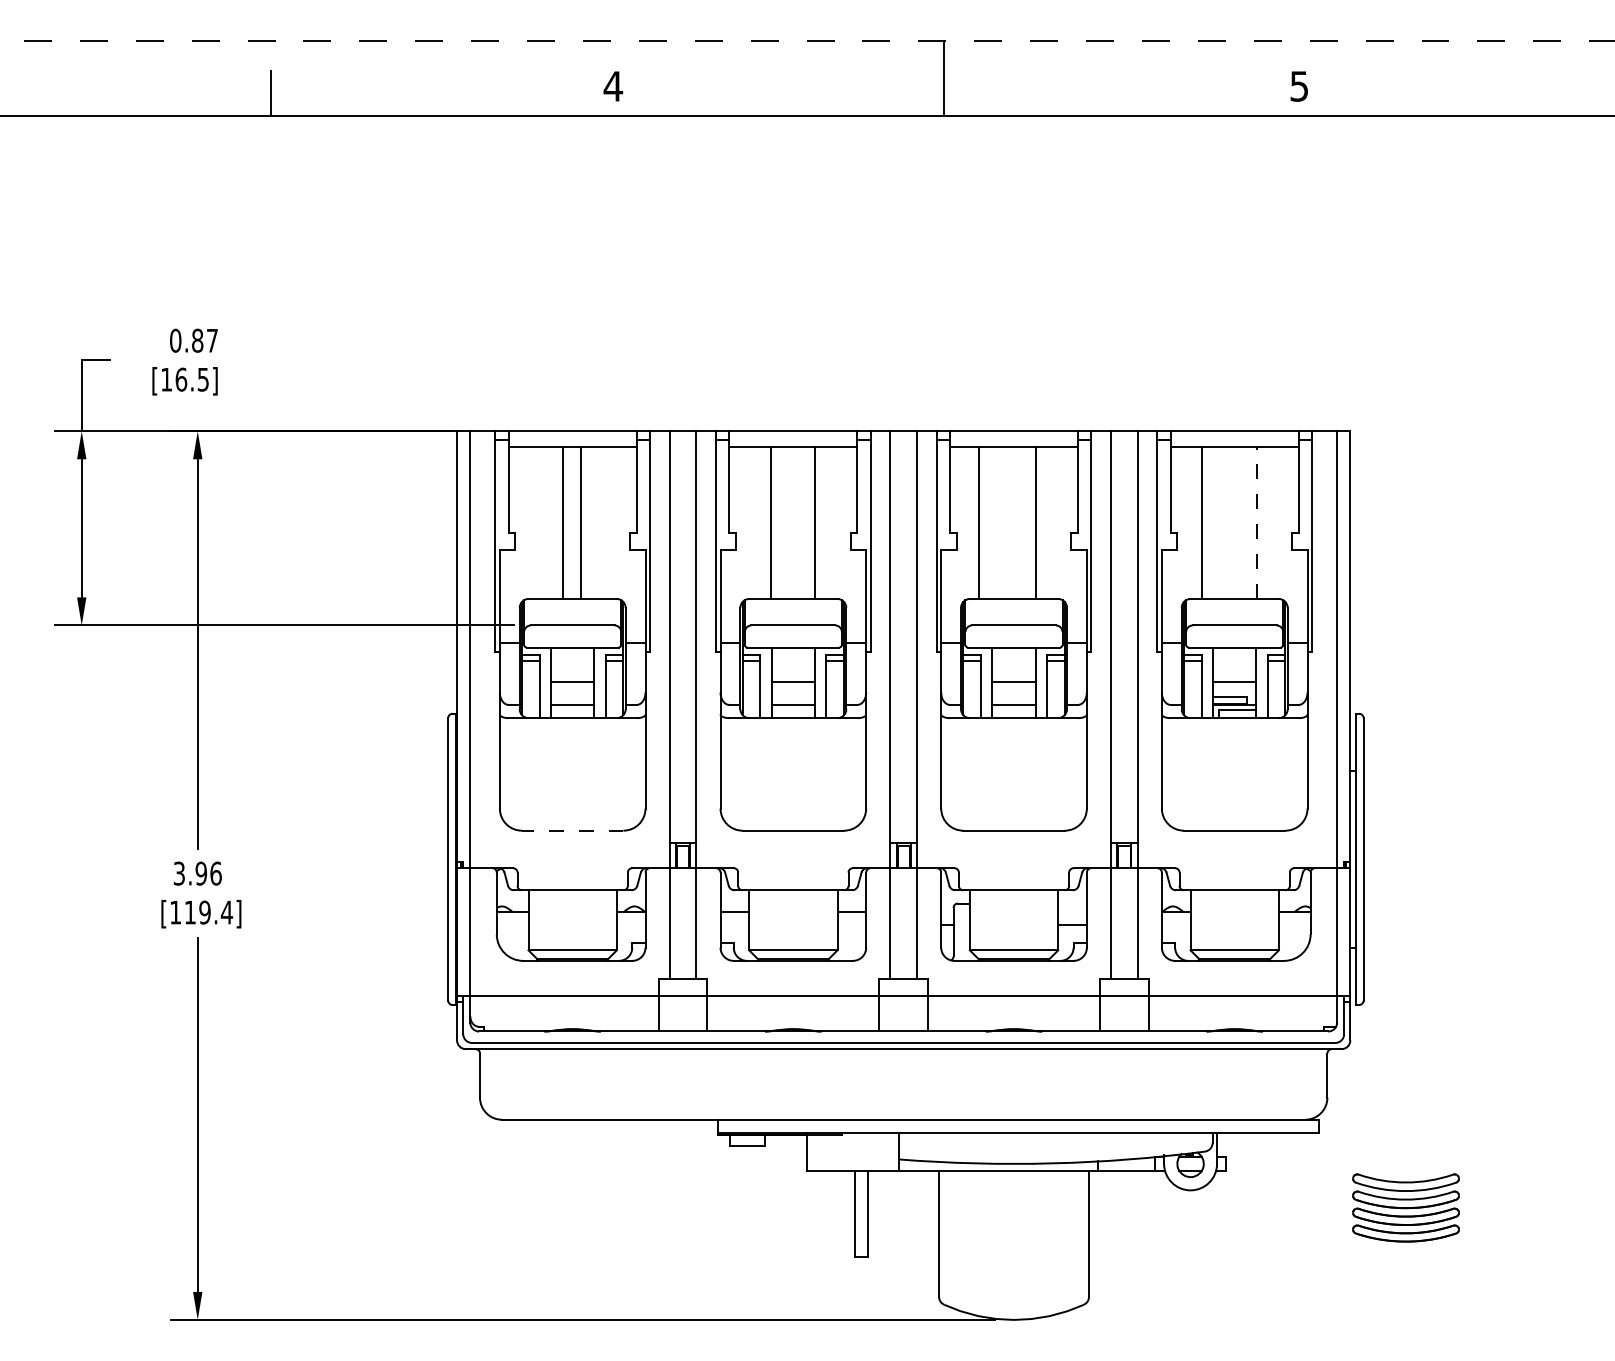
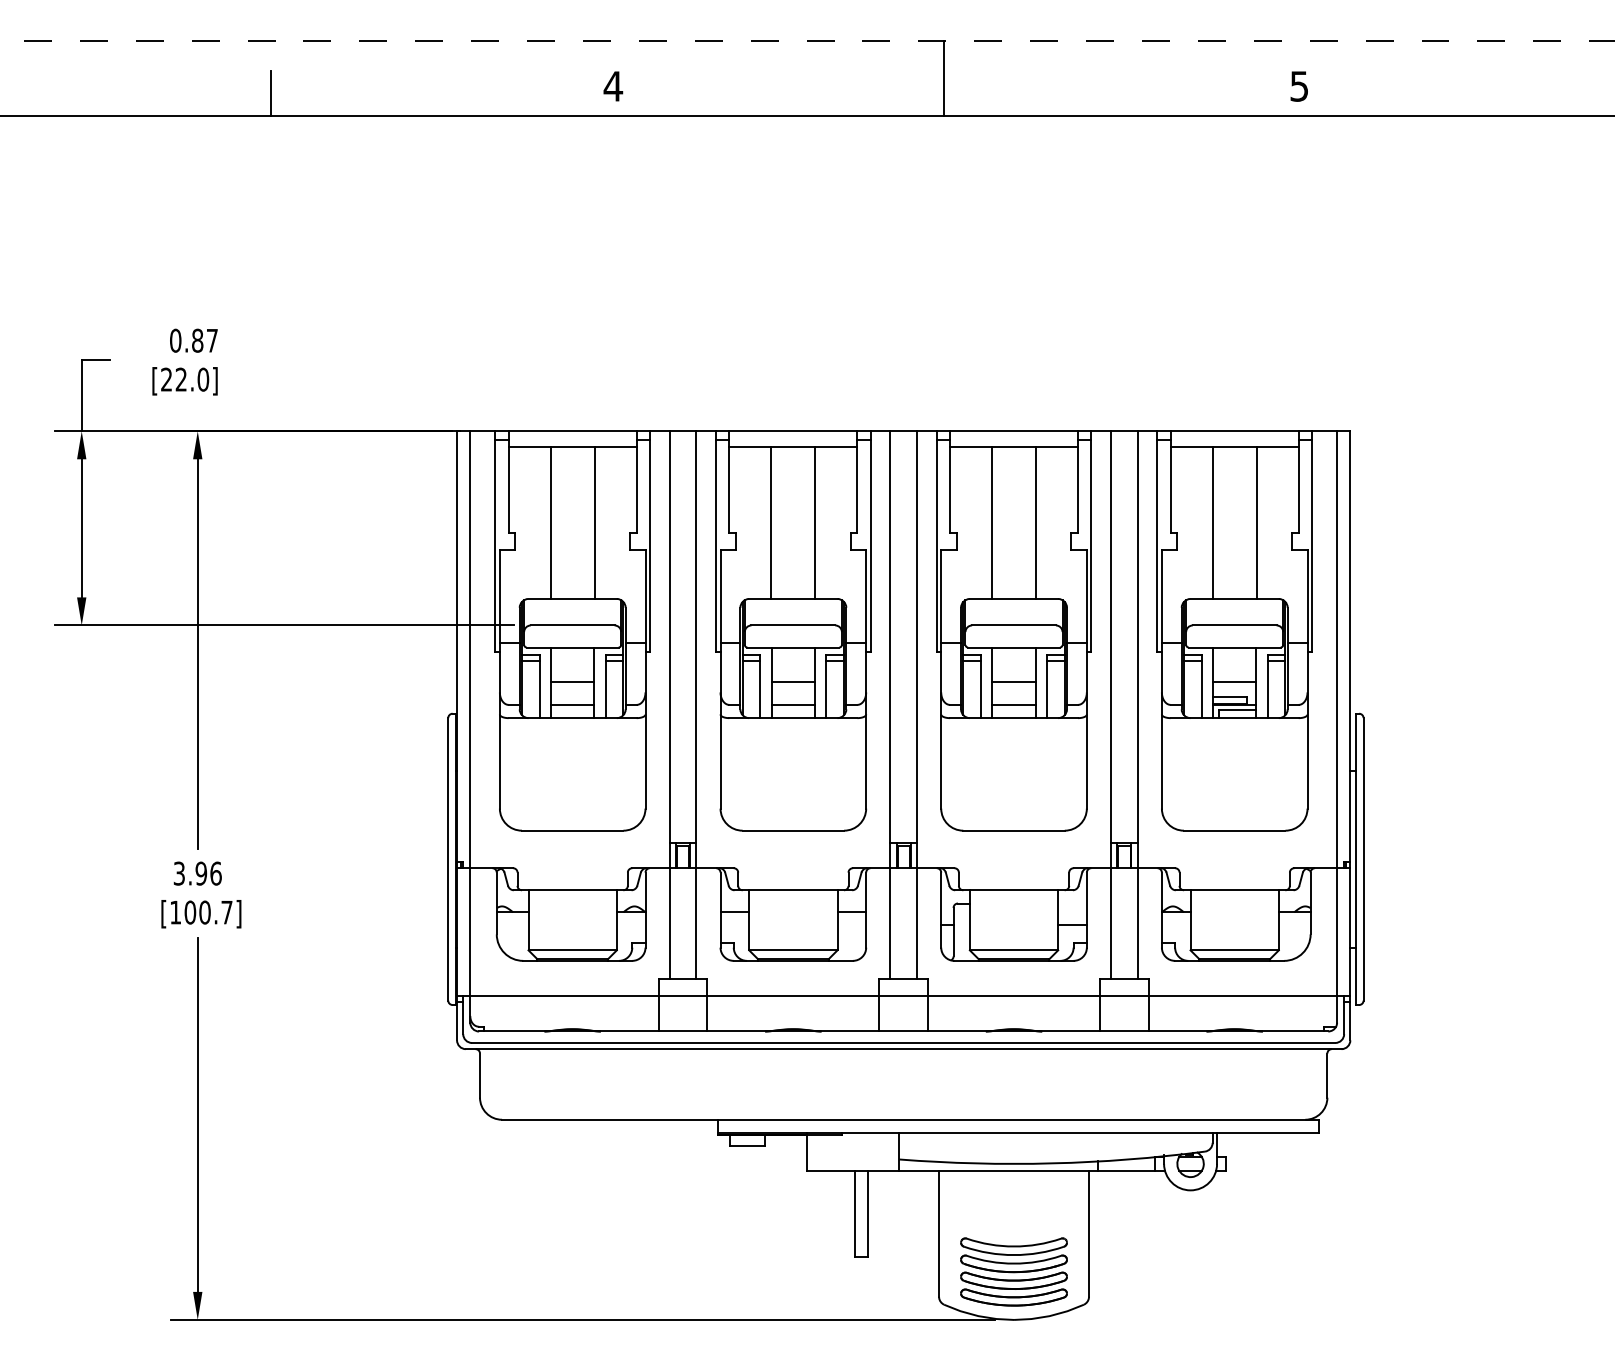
text at (185, 379): [16.5] -> [22.0]
line at (562, 522) position: (562, 522) -> (550, 522)
line at (580, 522) position: (580, 522) -> (594, 522)
line at (978, 522) position: (978, 522) -> (991, 522)
line at (1201, 522) position: (1201, 522) -> (1212, 522)
line at (1256, 522): dashed -> solid
line at (572, 830): dashed -> solid
text at (208, 912): [119.4] -> [100.7]
part at (1405, 1207) position: (1405, 1207) -> (1013, 1271)
